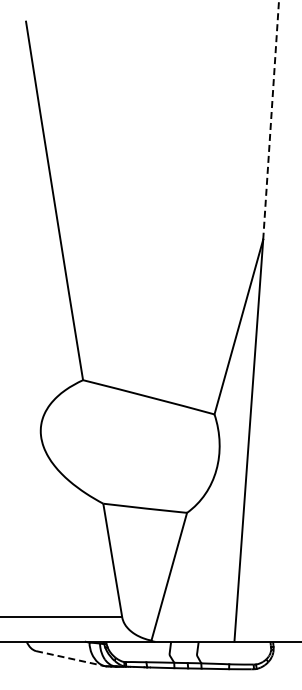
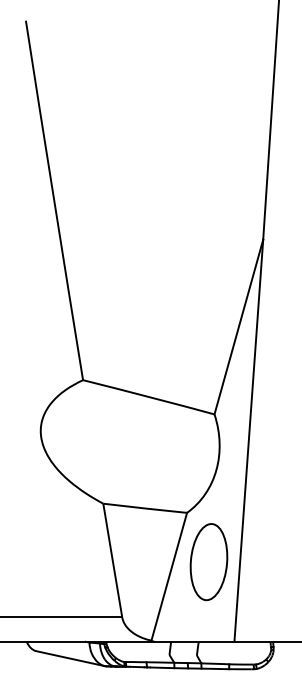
line at (271, 120): dashed -> solid
part at (208, 562): none -> present
line at (70, 658): dashed -> solid
